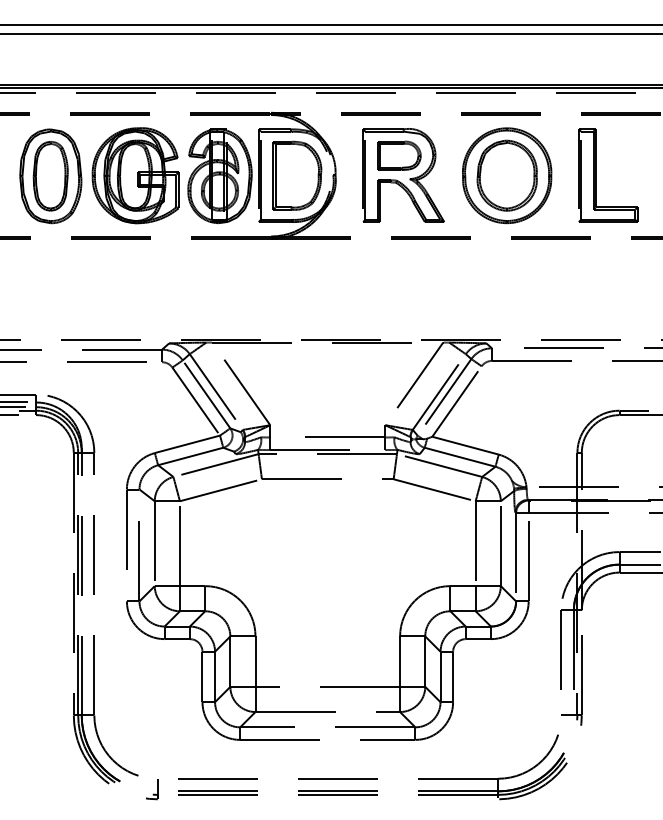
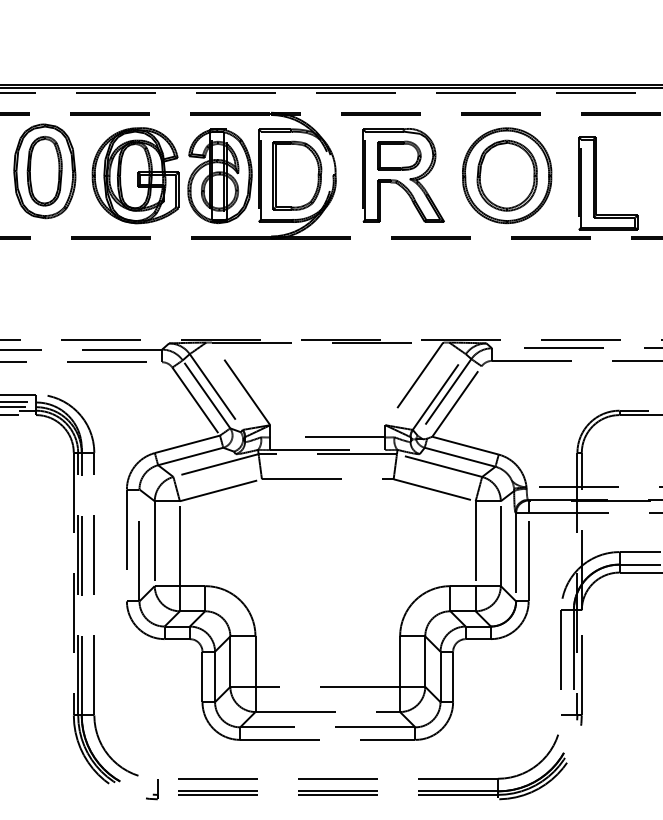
line at (330, 24): present -> none
line at (330, 34): present -> none
part at (596, 175) position: (596, 175) -> (596, 183)
part at (50, 176) position: (50, 176) -> (44, 171)
